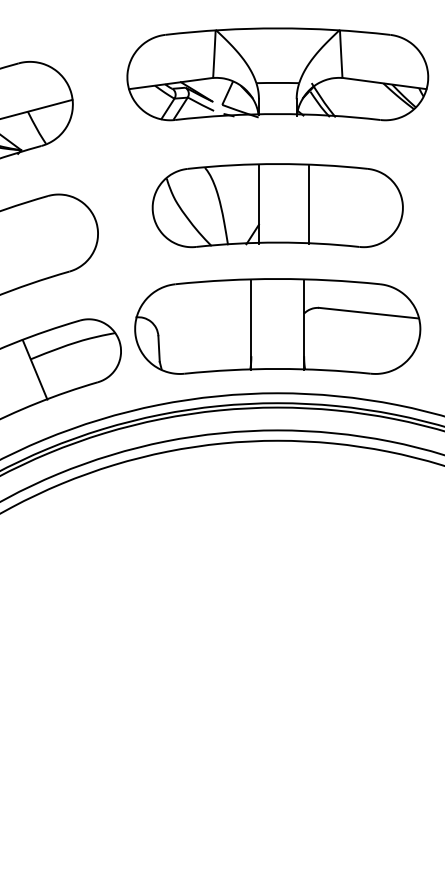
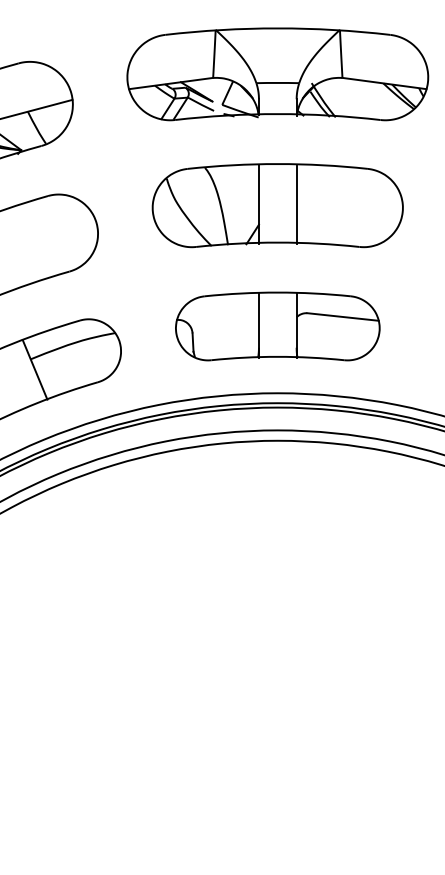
line at (308, 204) position: (308, 204) -> (296, 204)
part at (277, 326) size: 288x97 px -> 206x71 px
